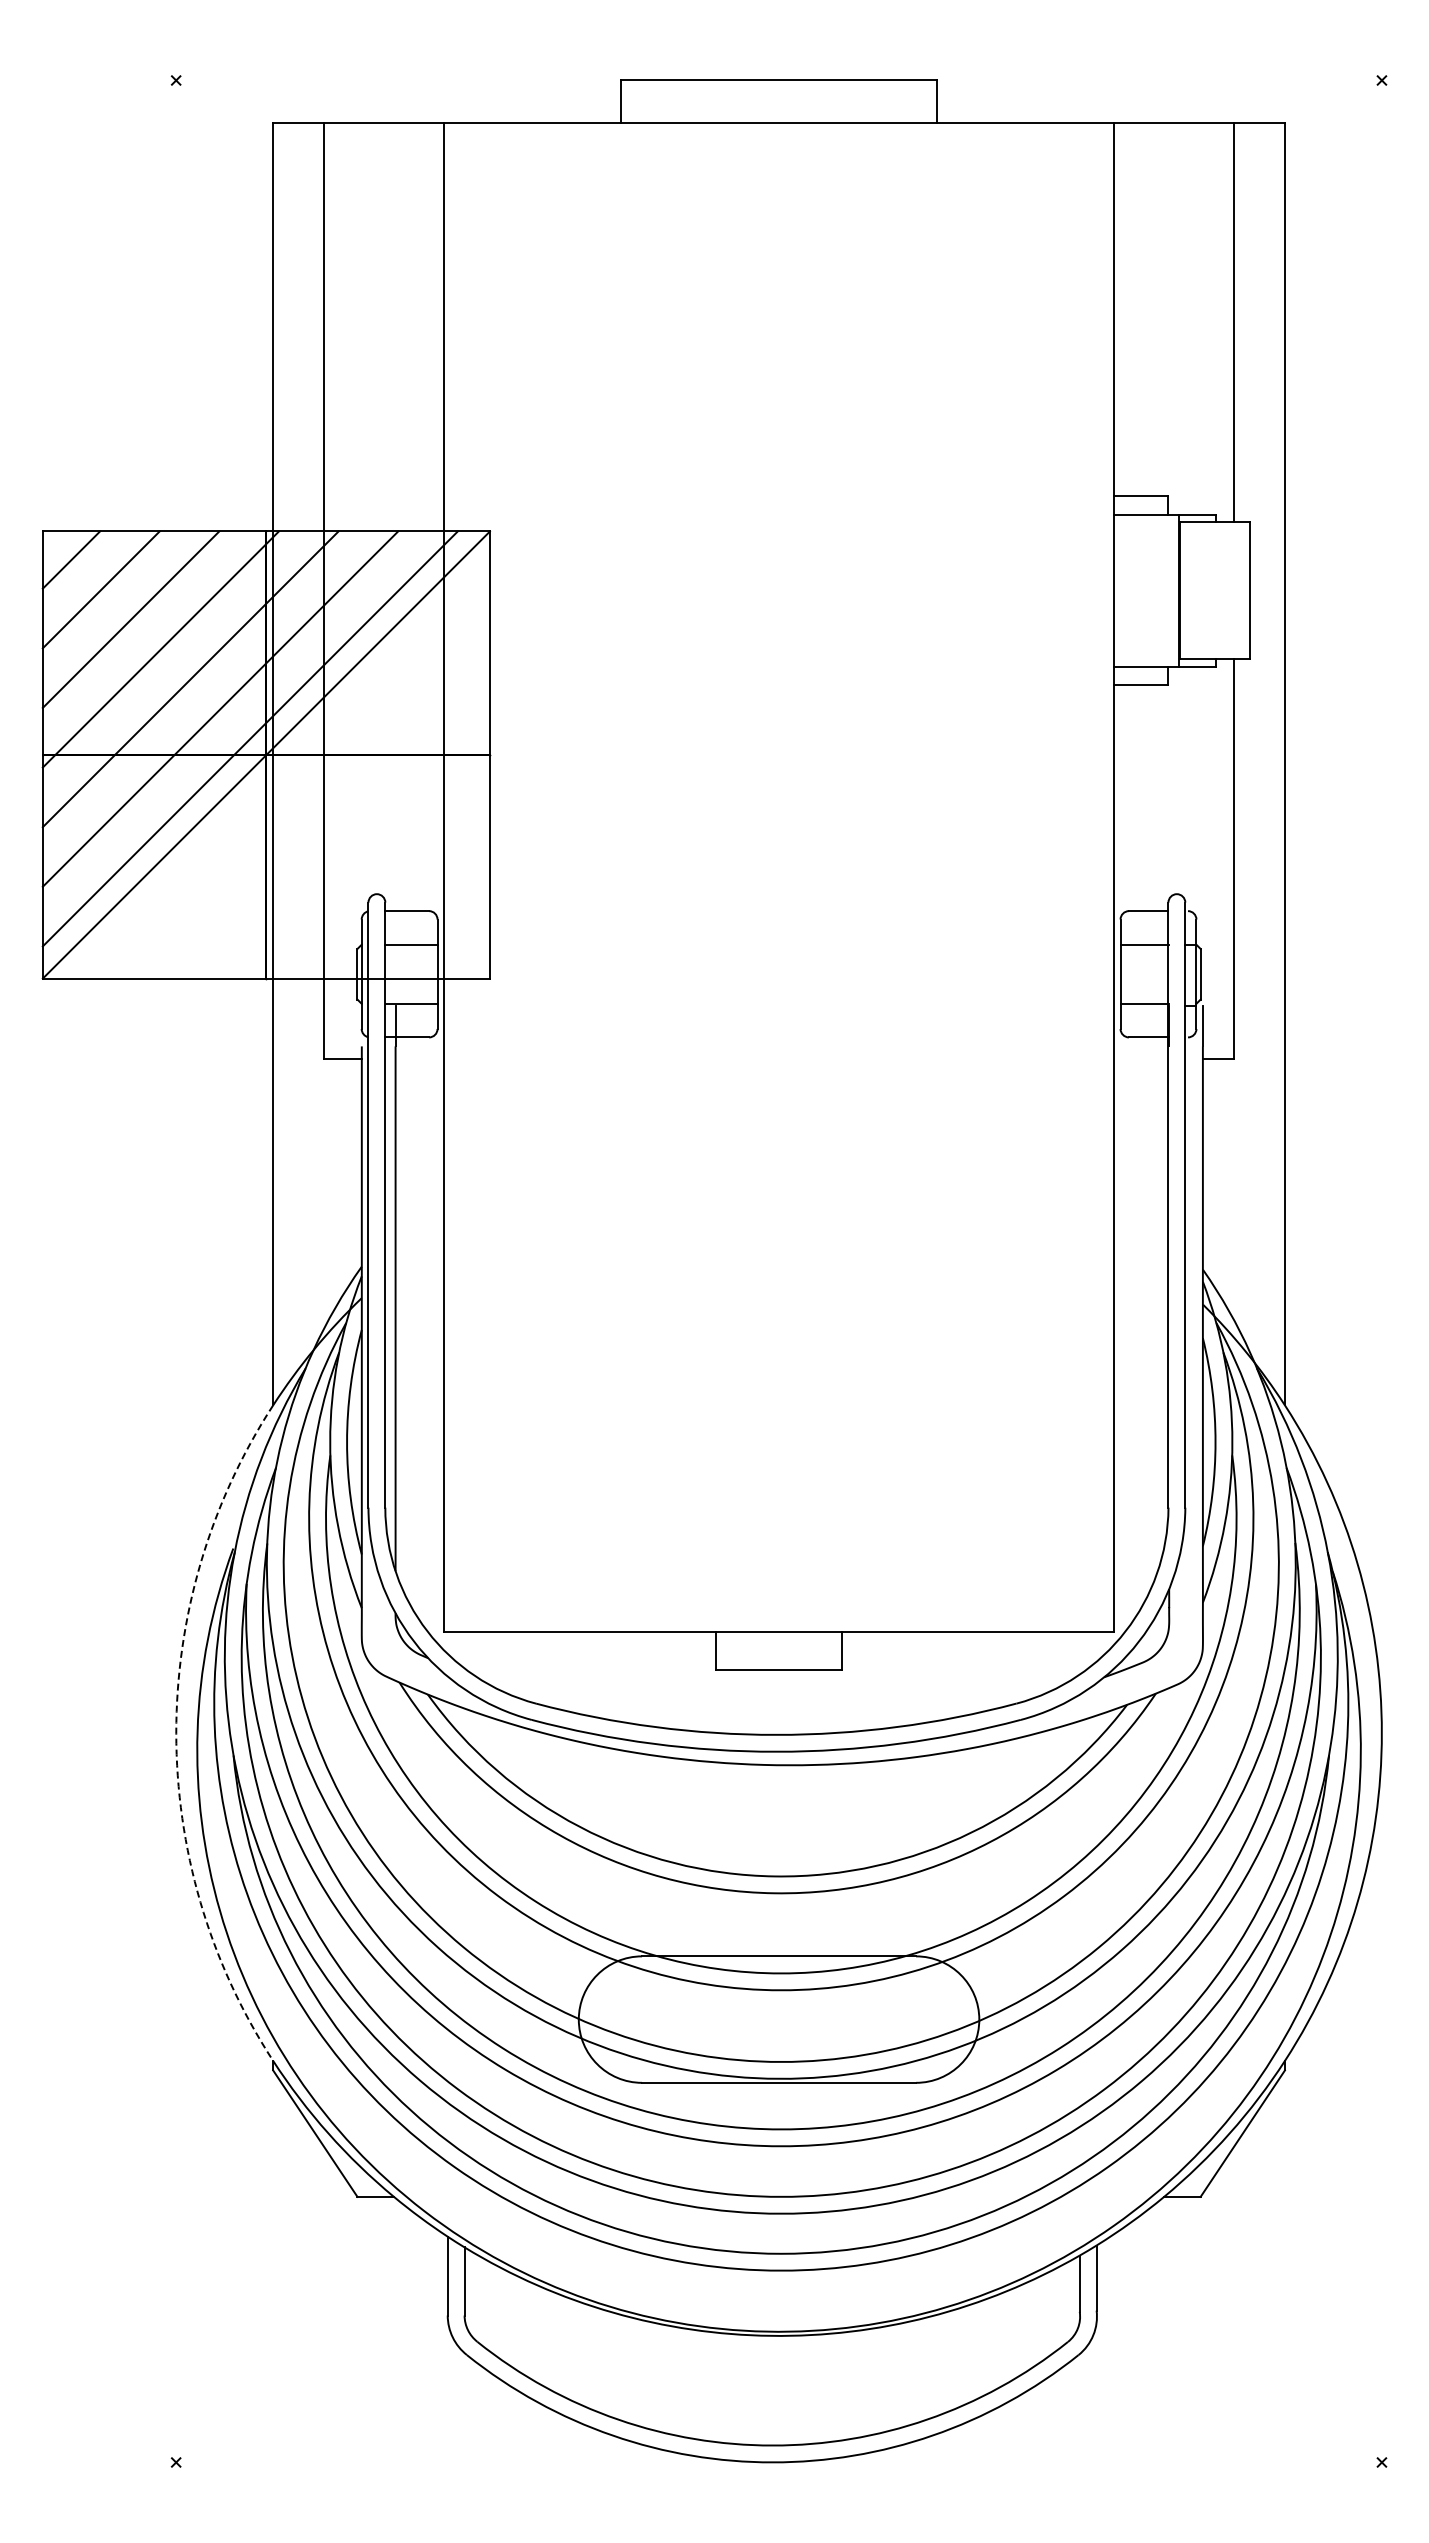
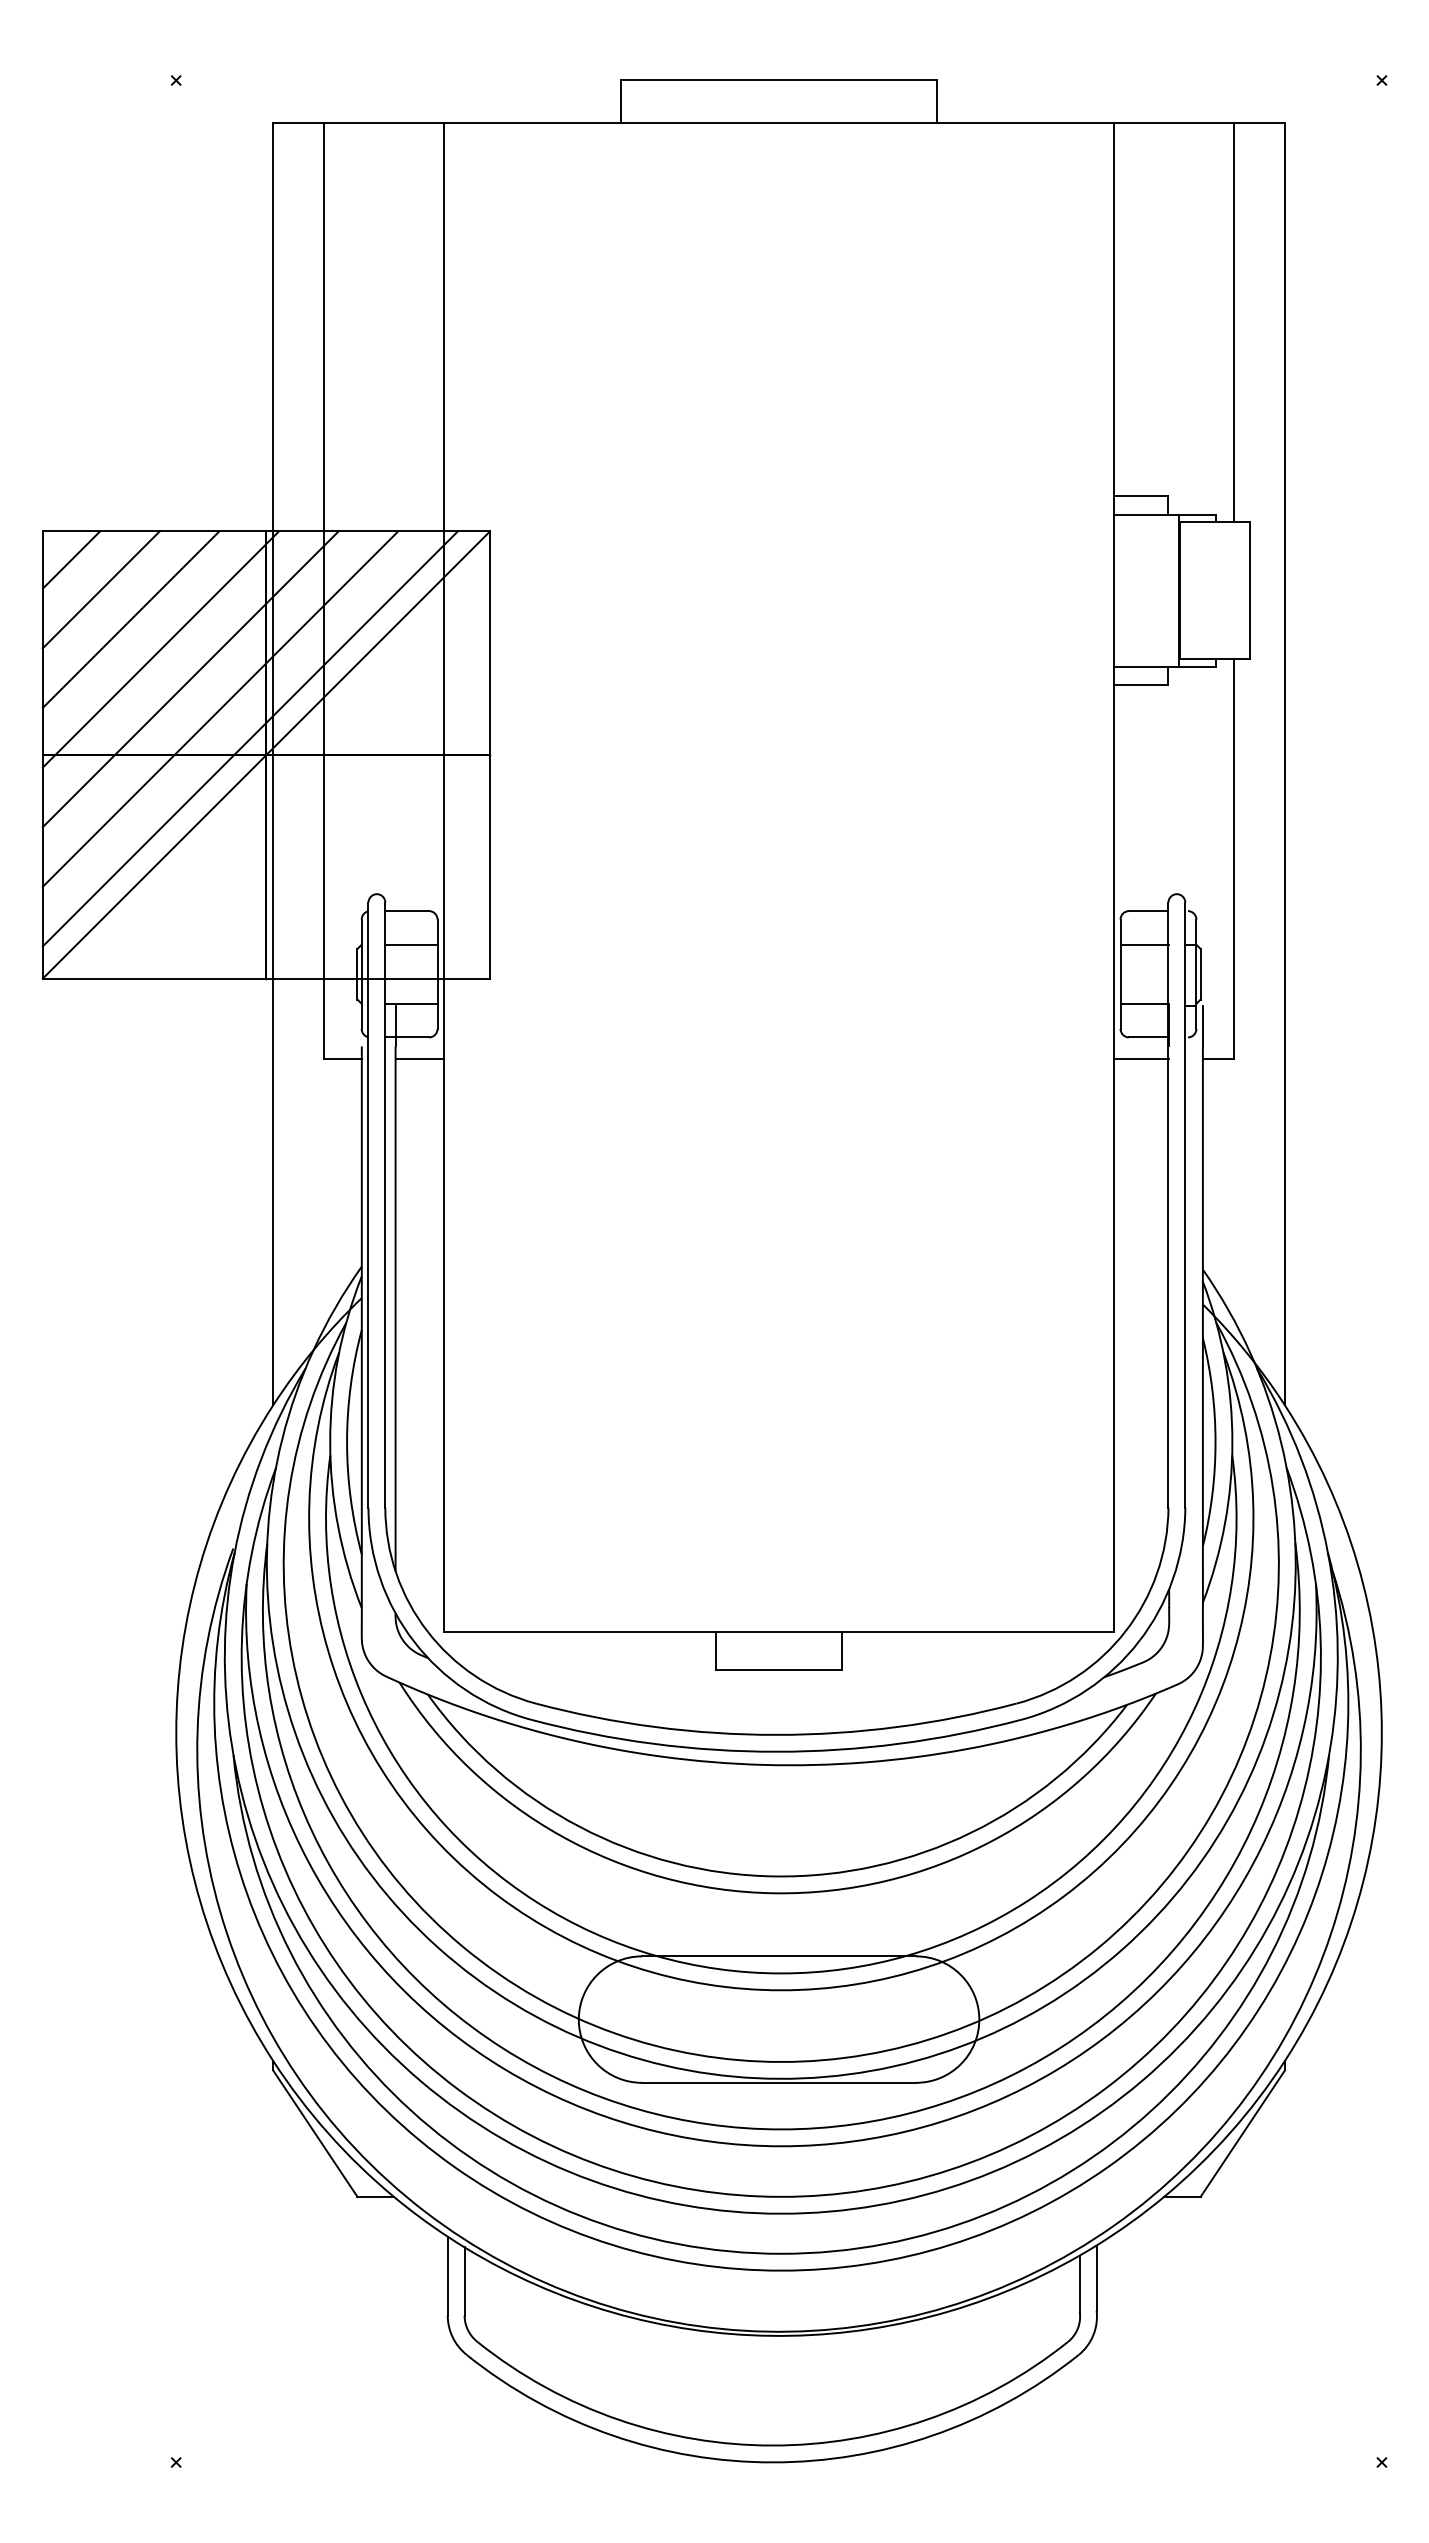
line at (419, 1058): none -> present
line at (1141, 1058): none -> present
arc at (176, 1733): dashed -> solid
